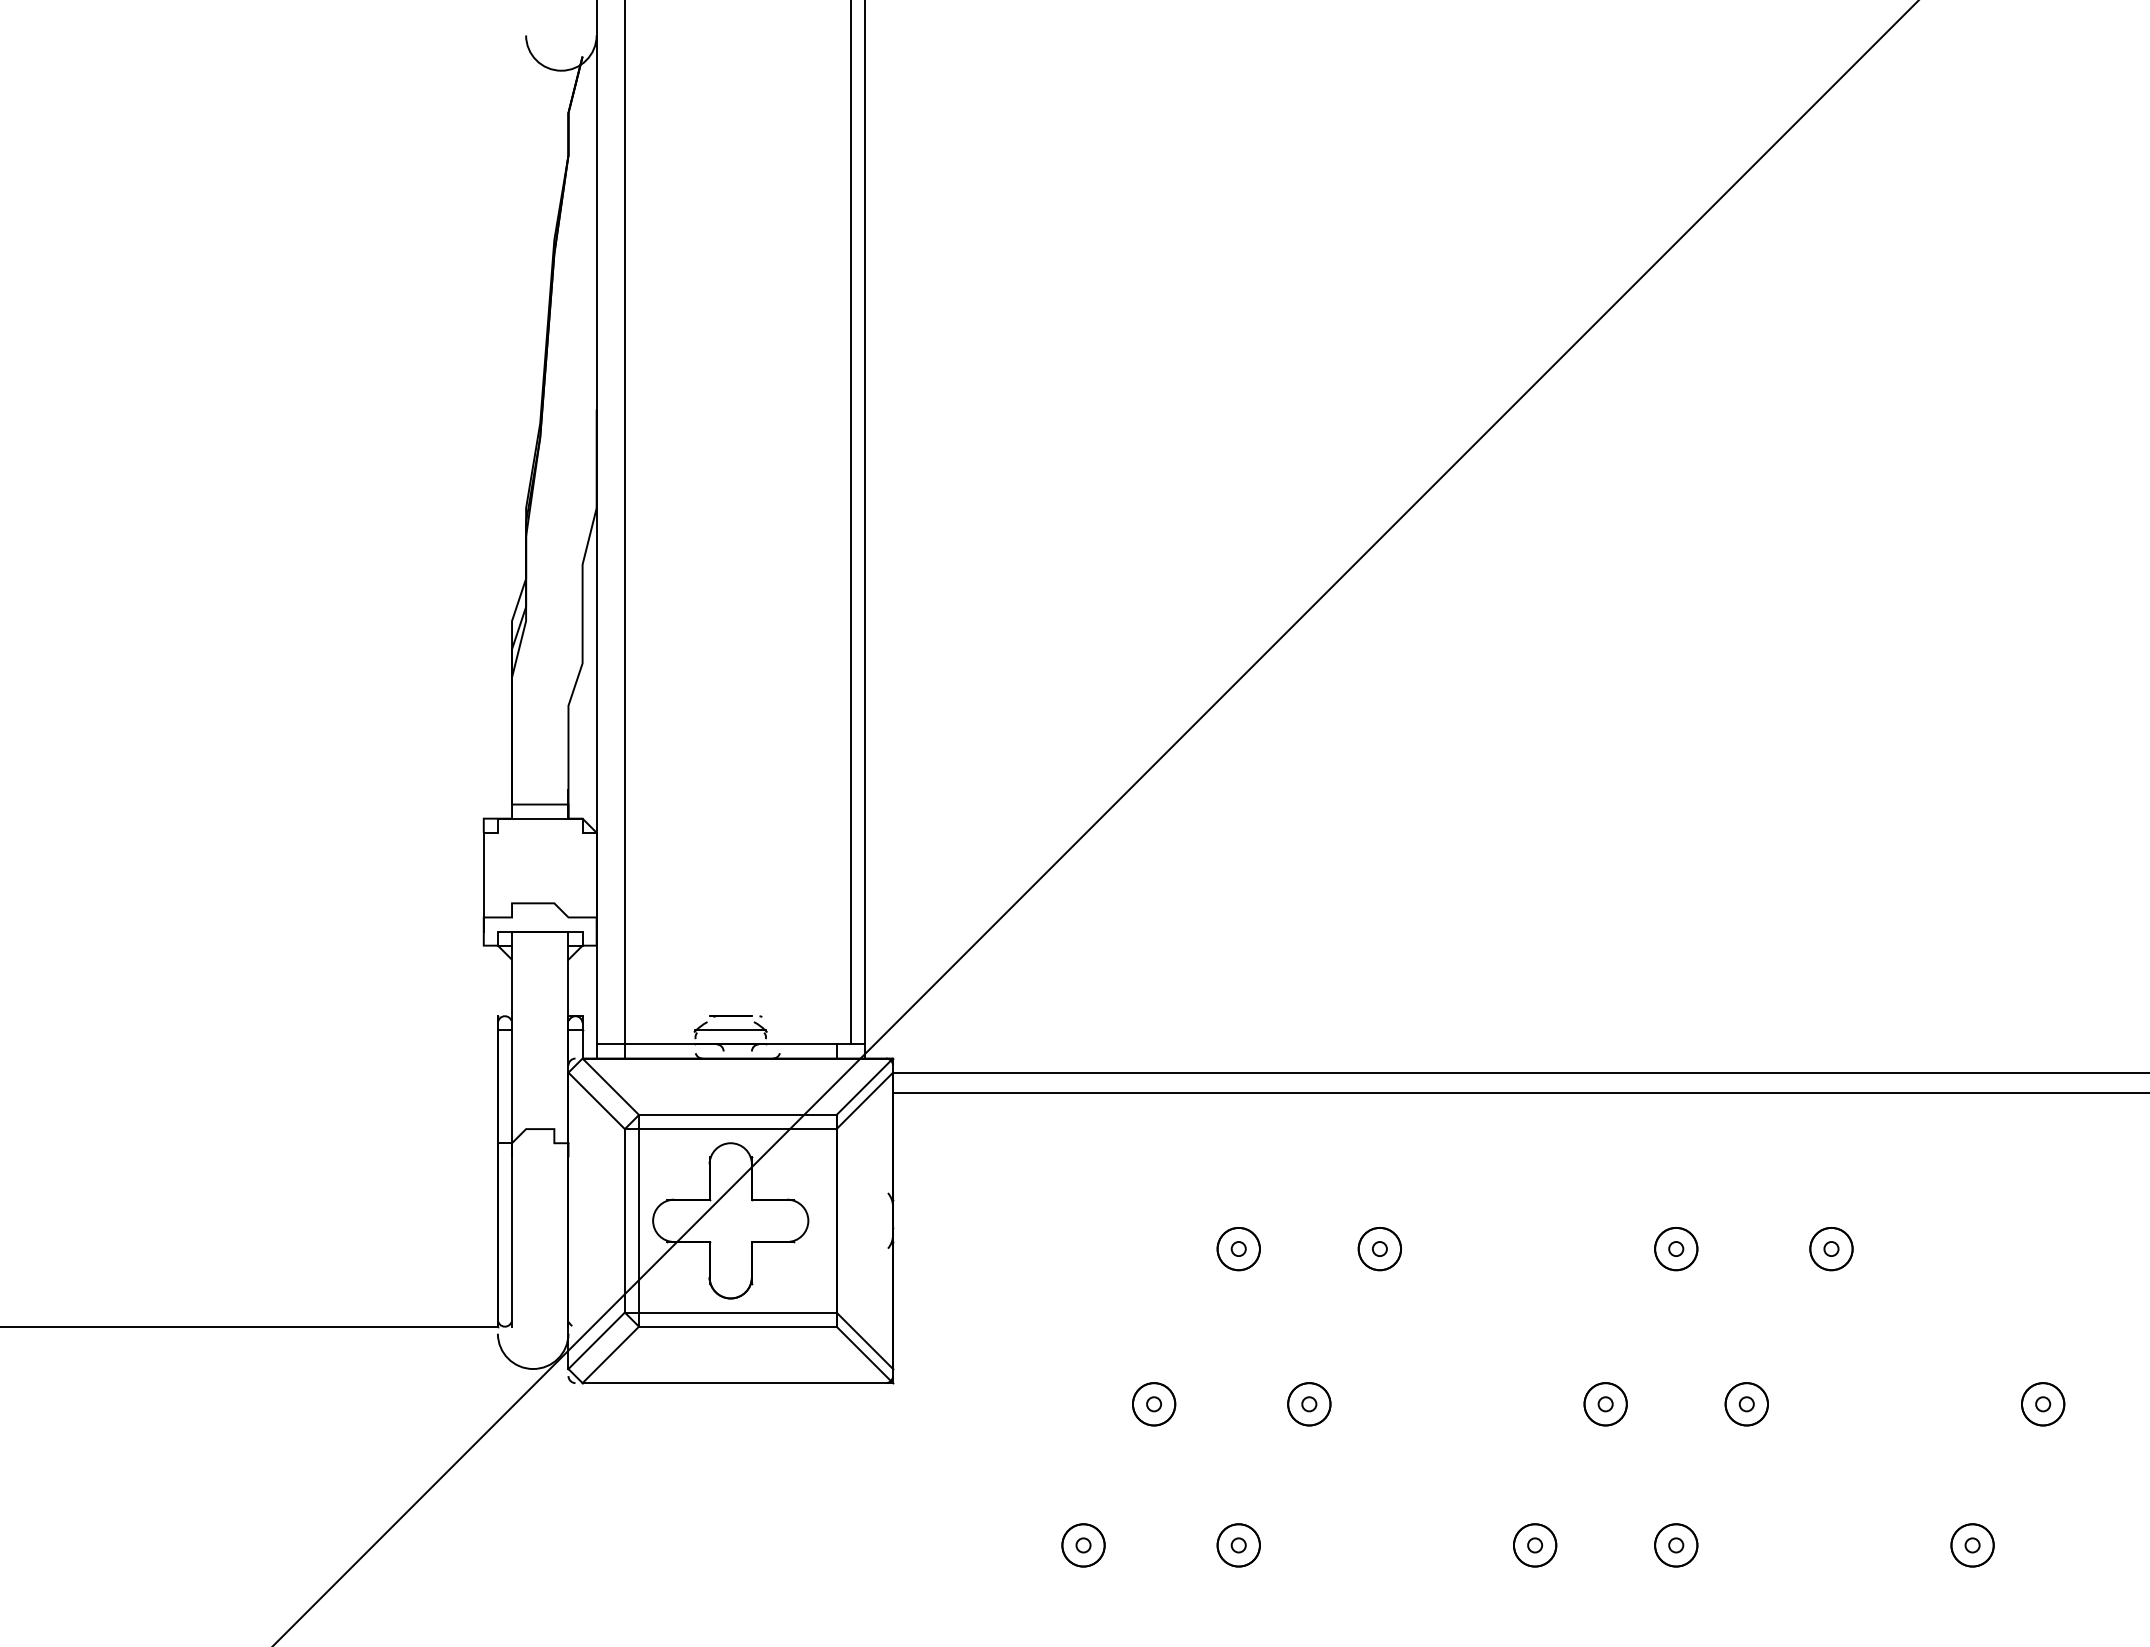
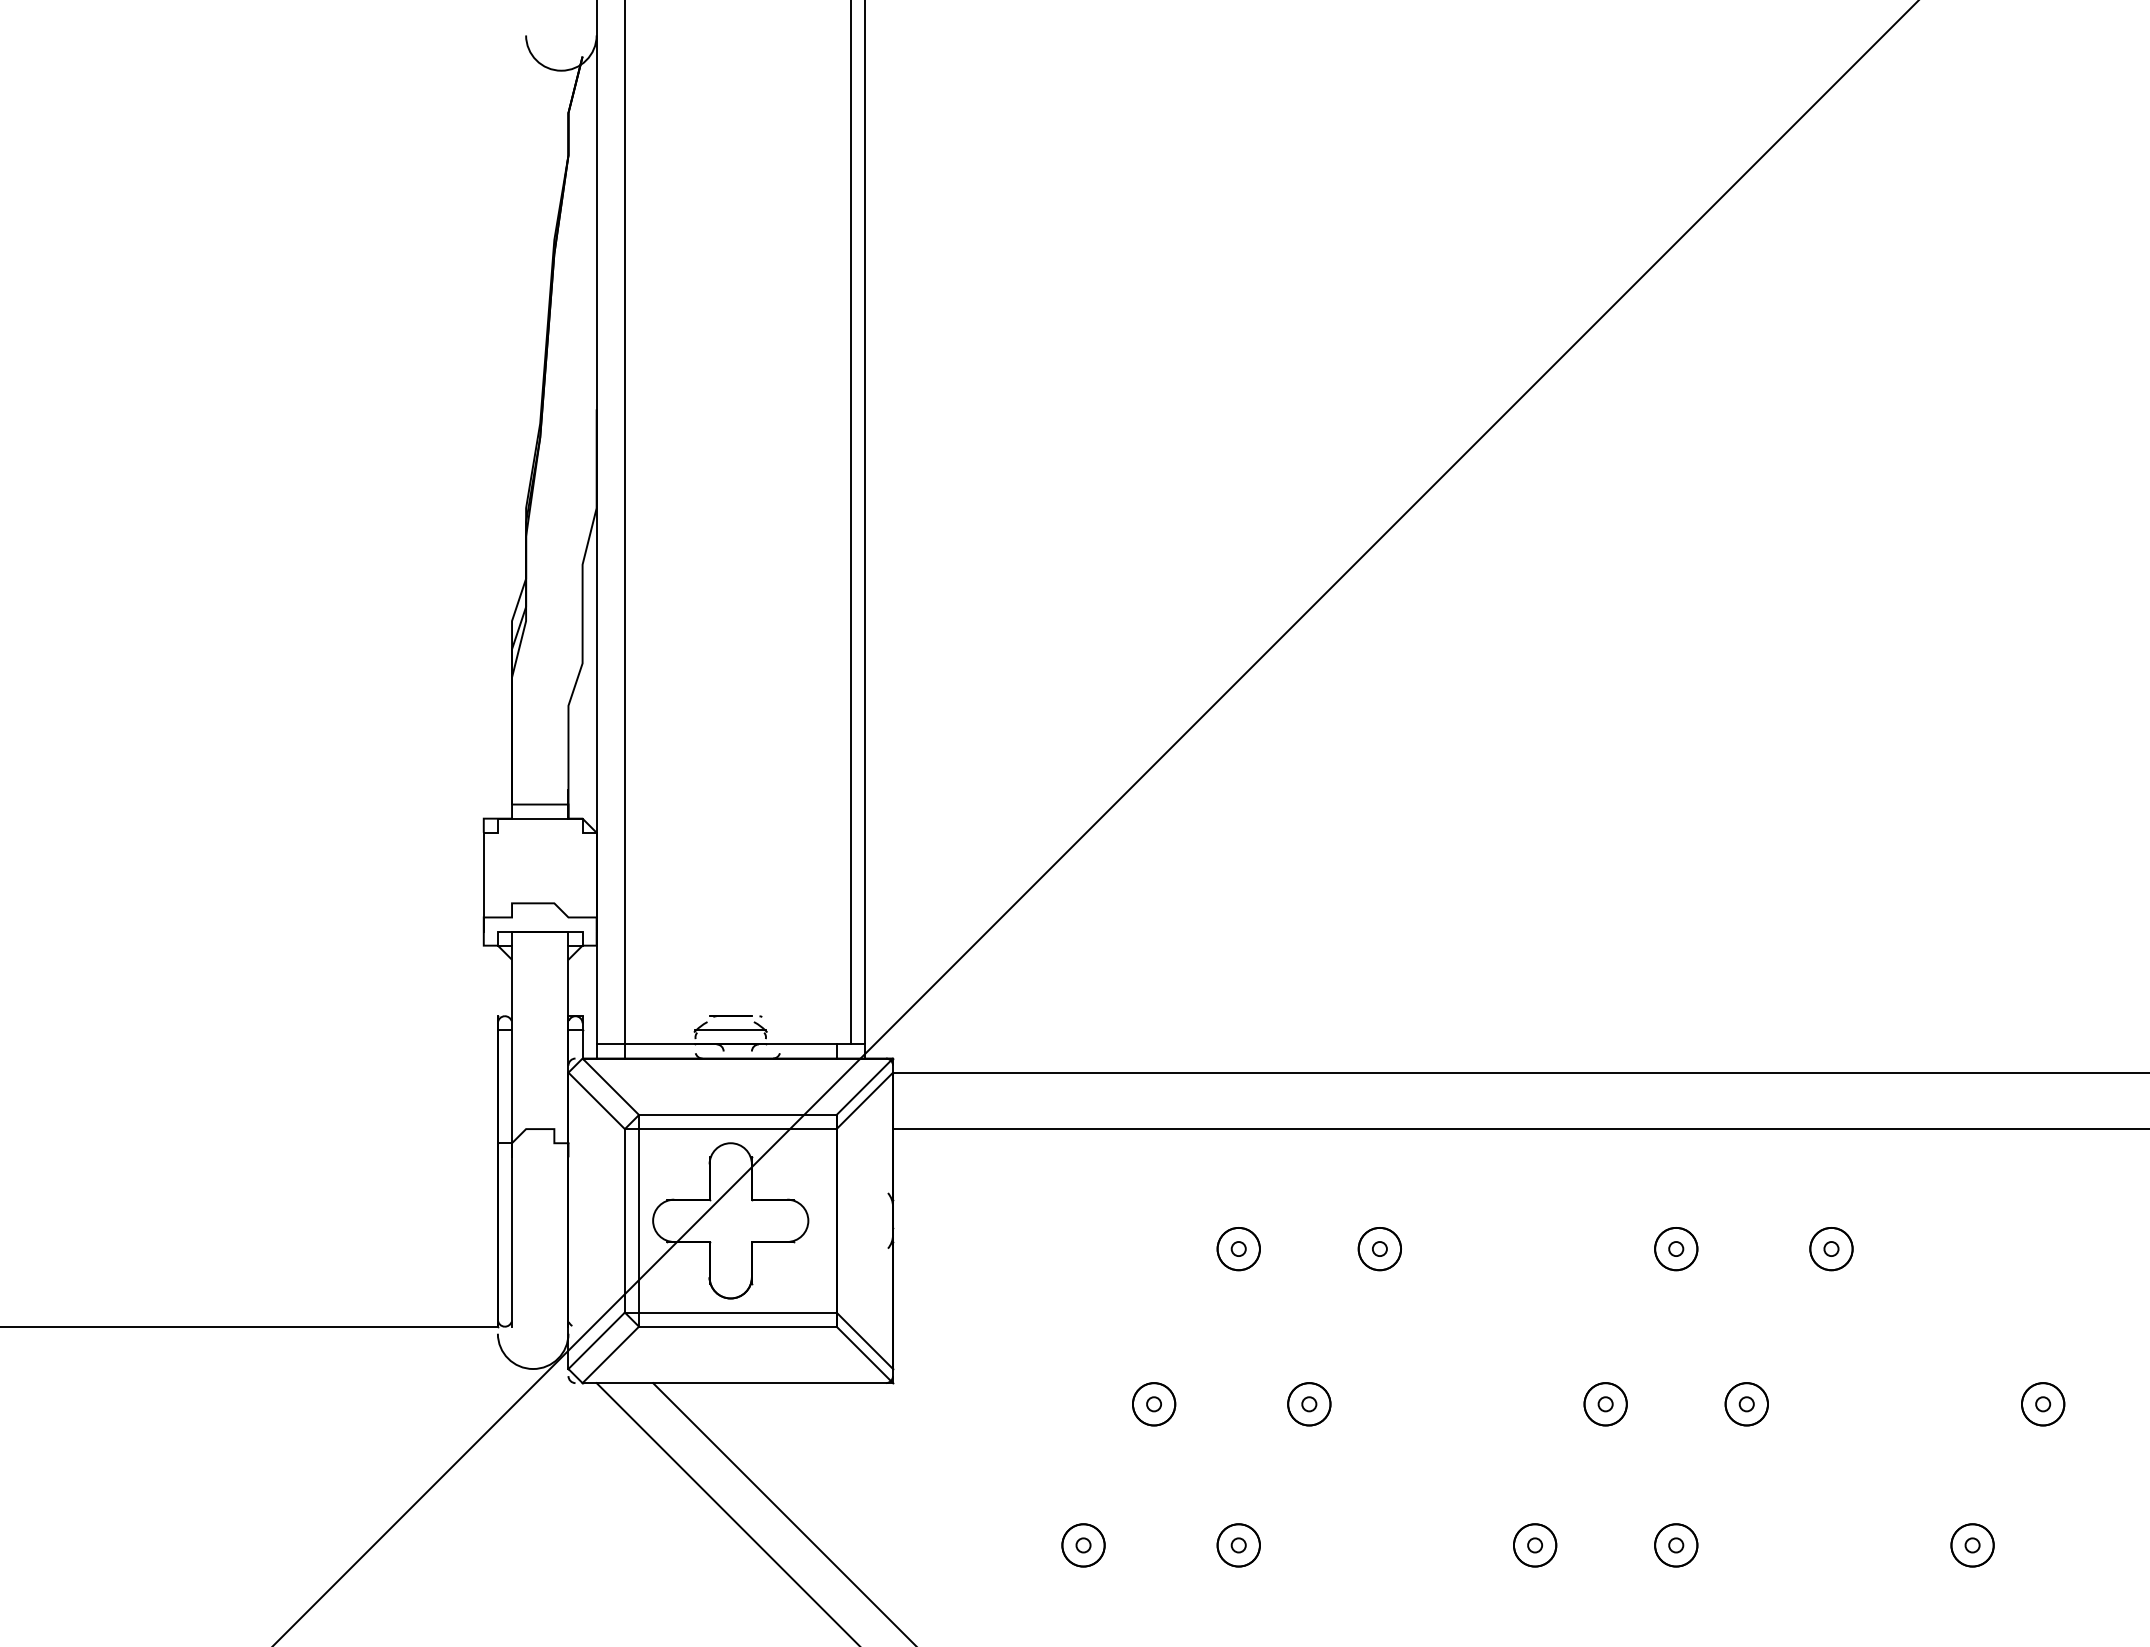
line at (1519, 1093) position: (1519, 1093) -> (1519, 1129)
line at (726, 1513): none -> present
line at (783, 1513): none -> present
